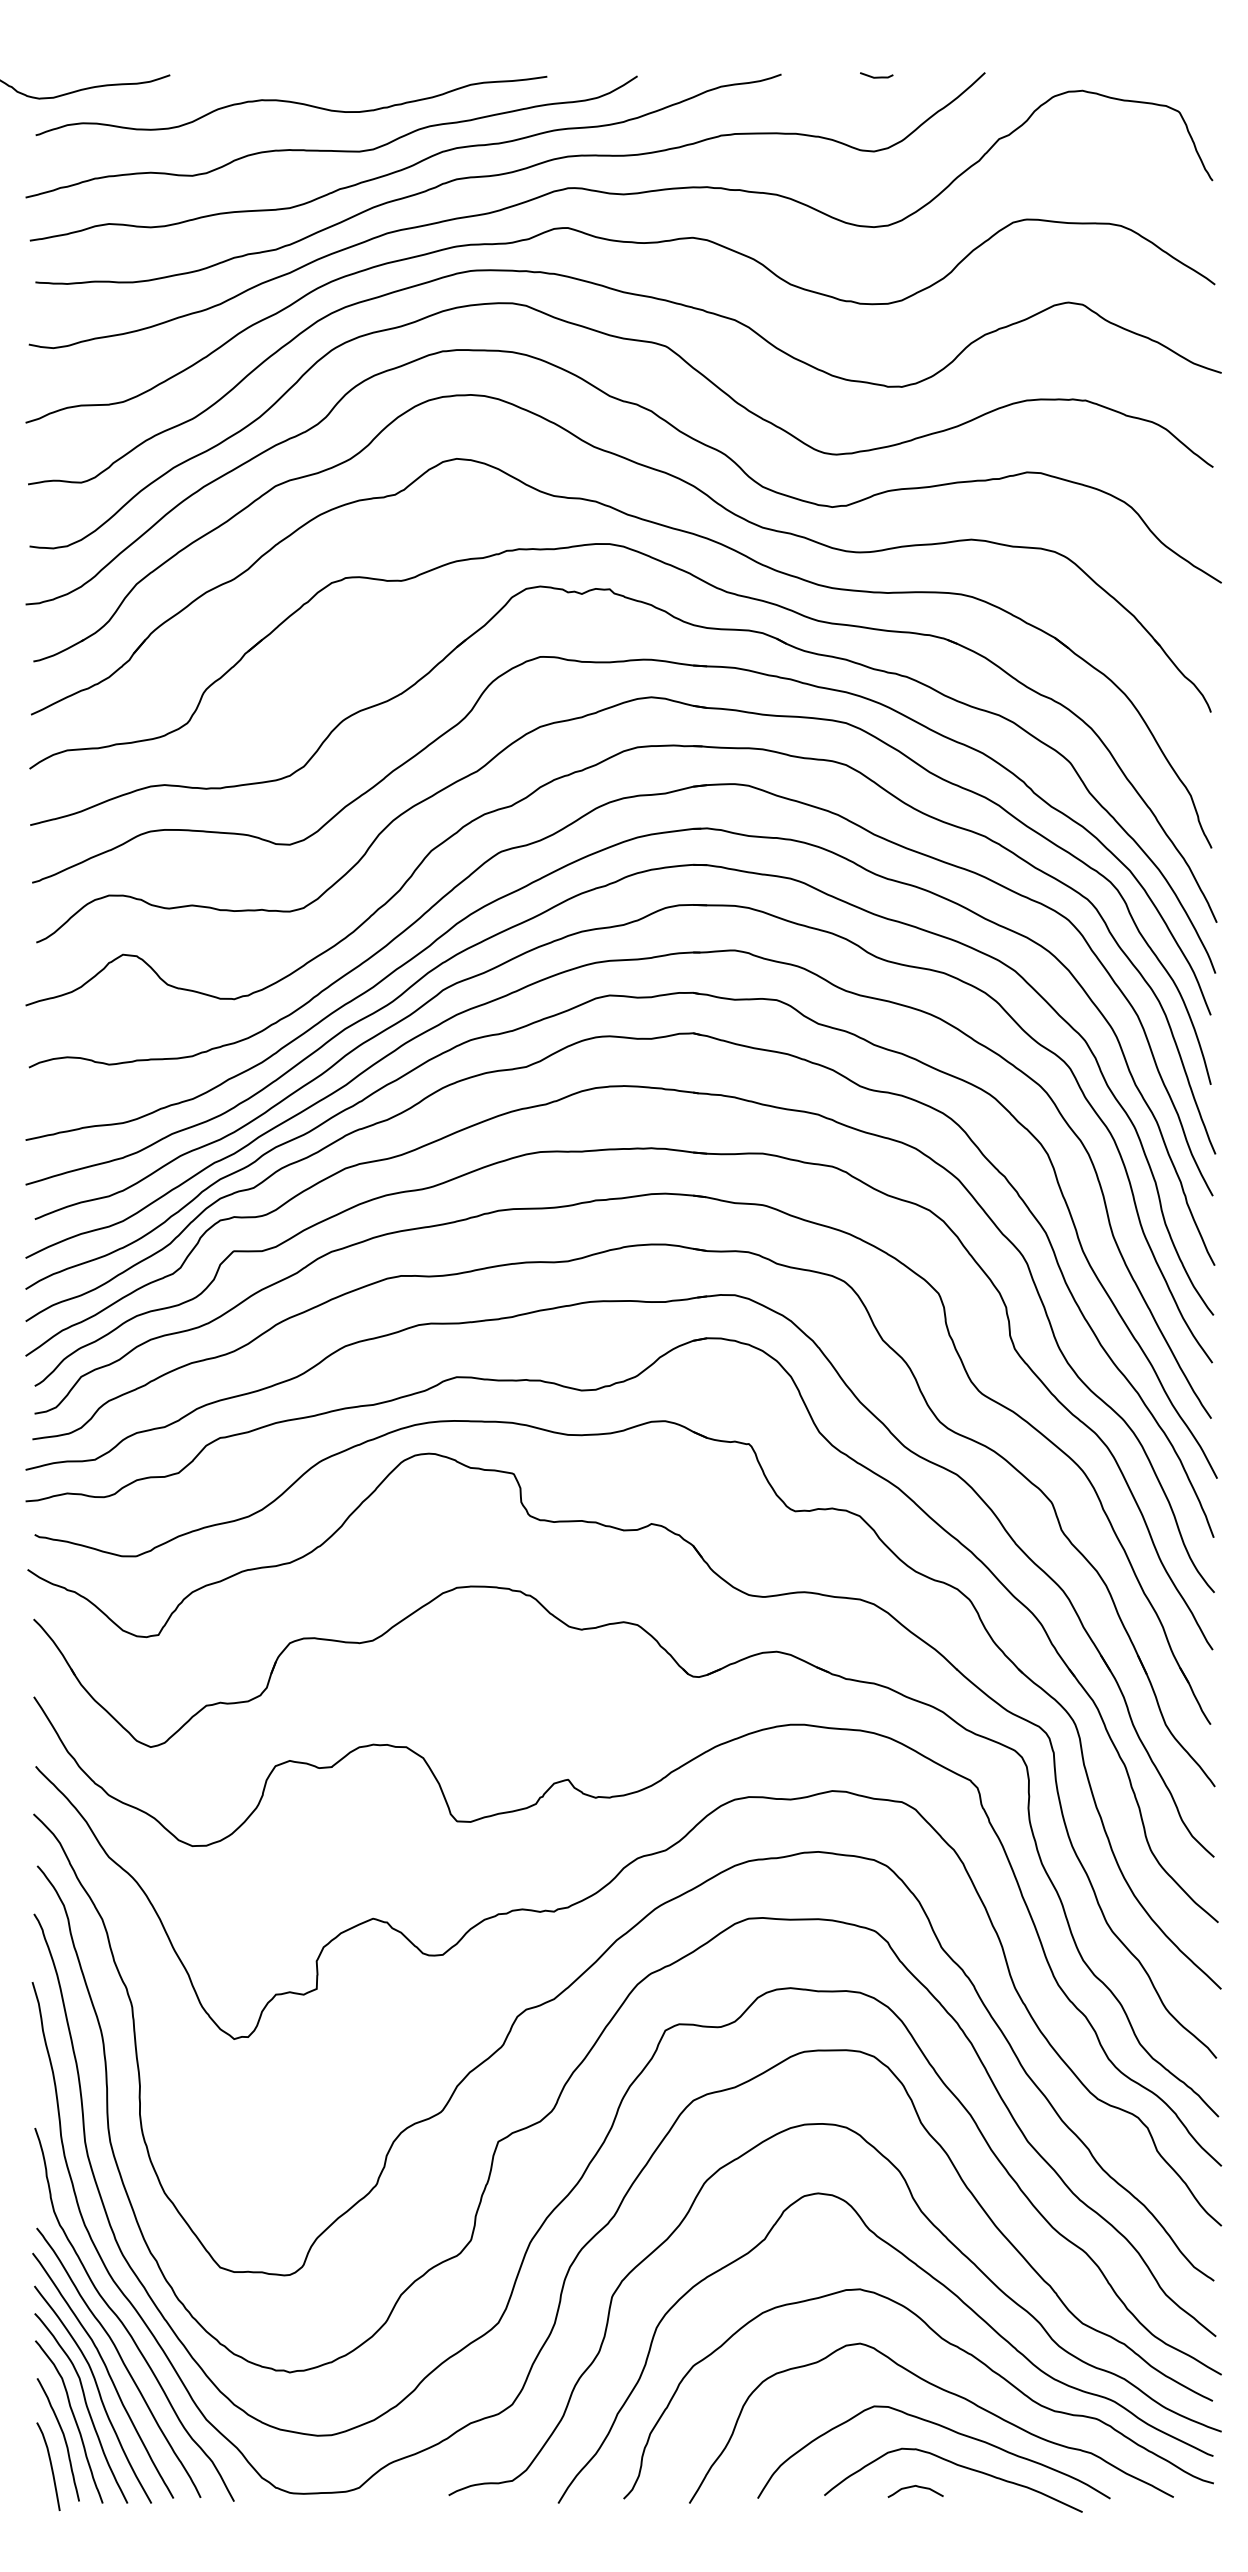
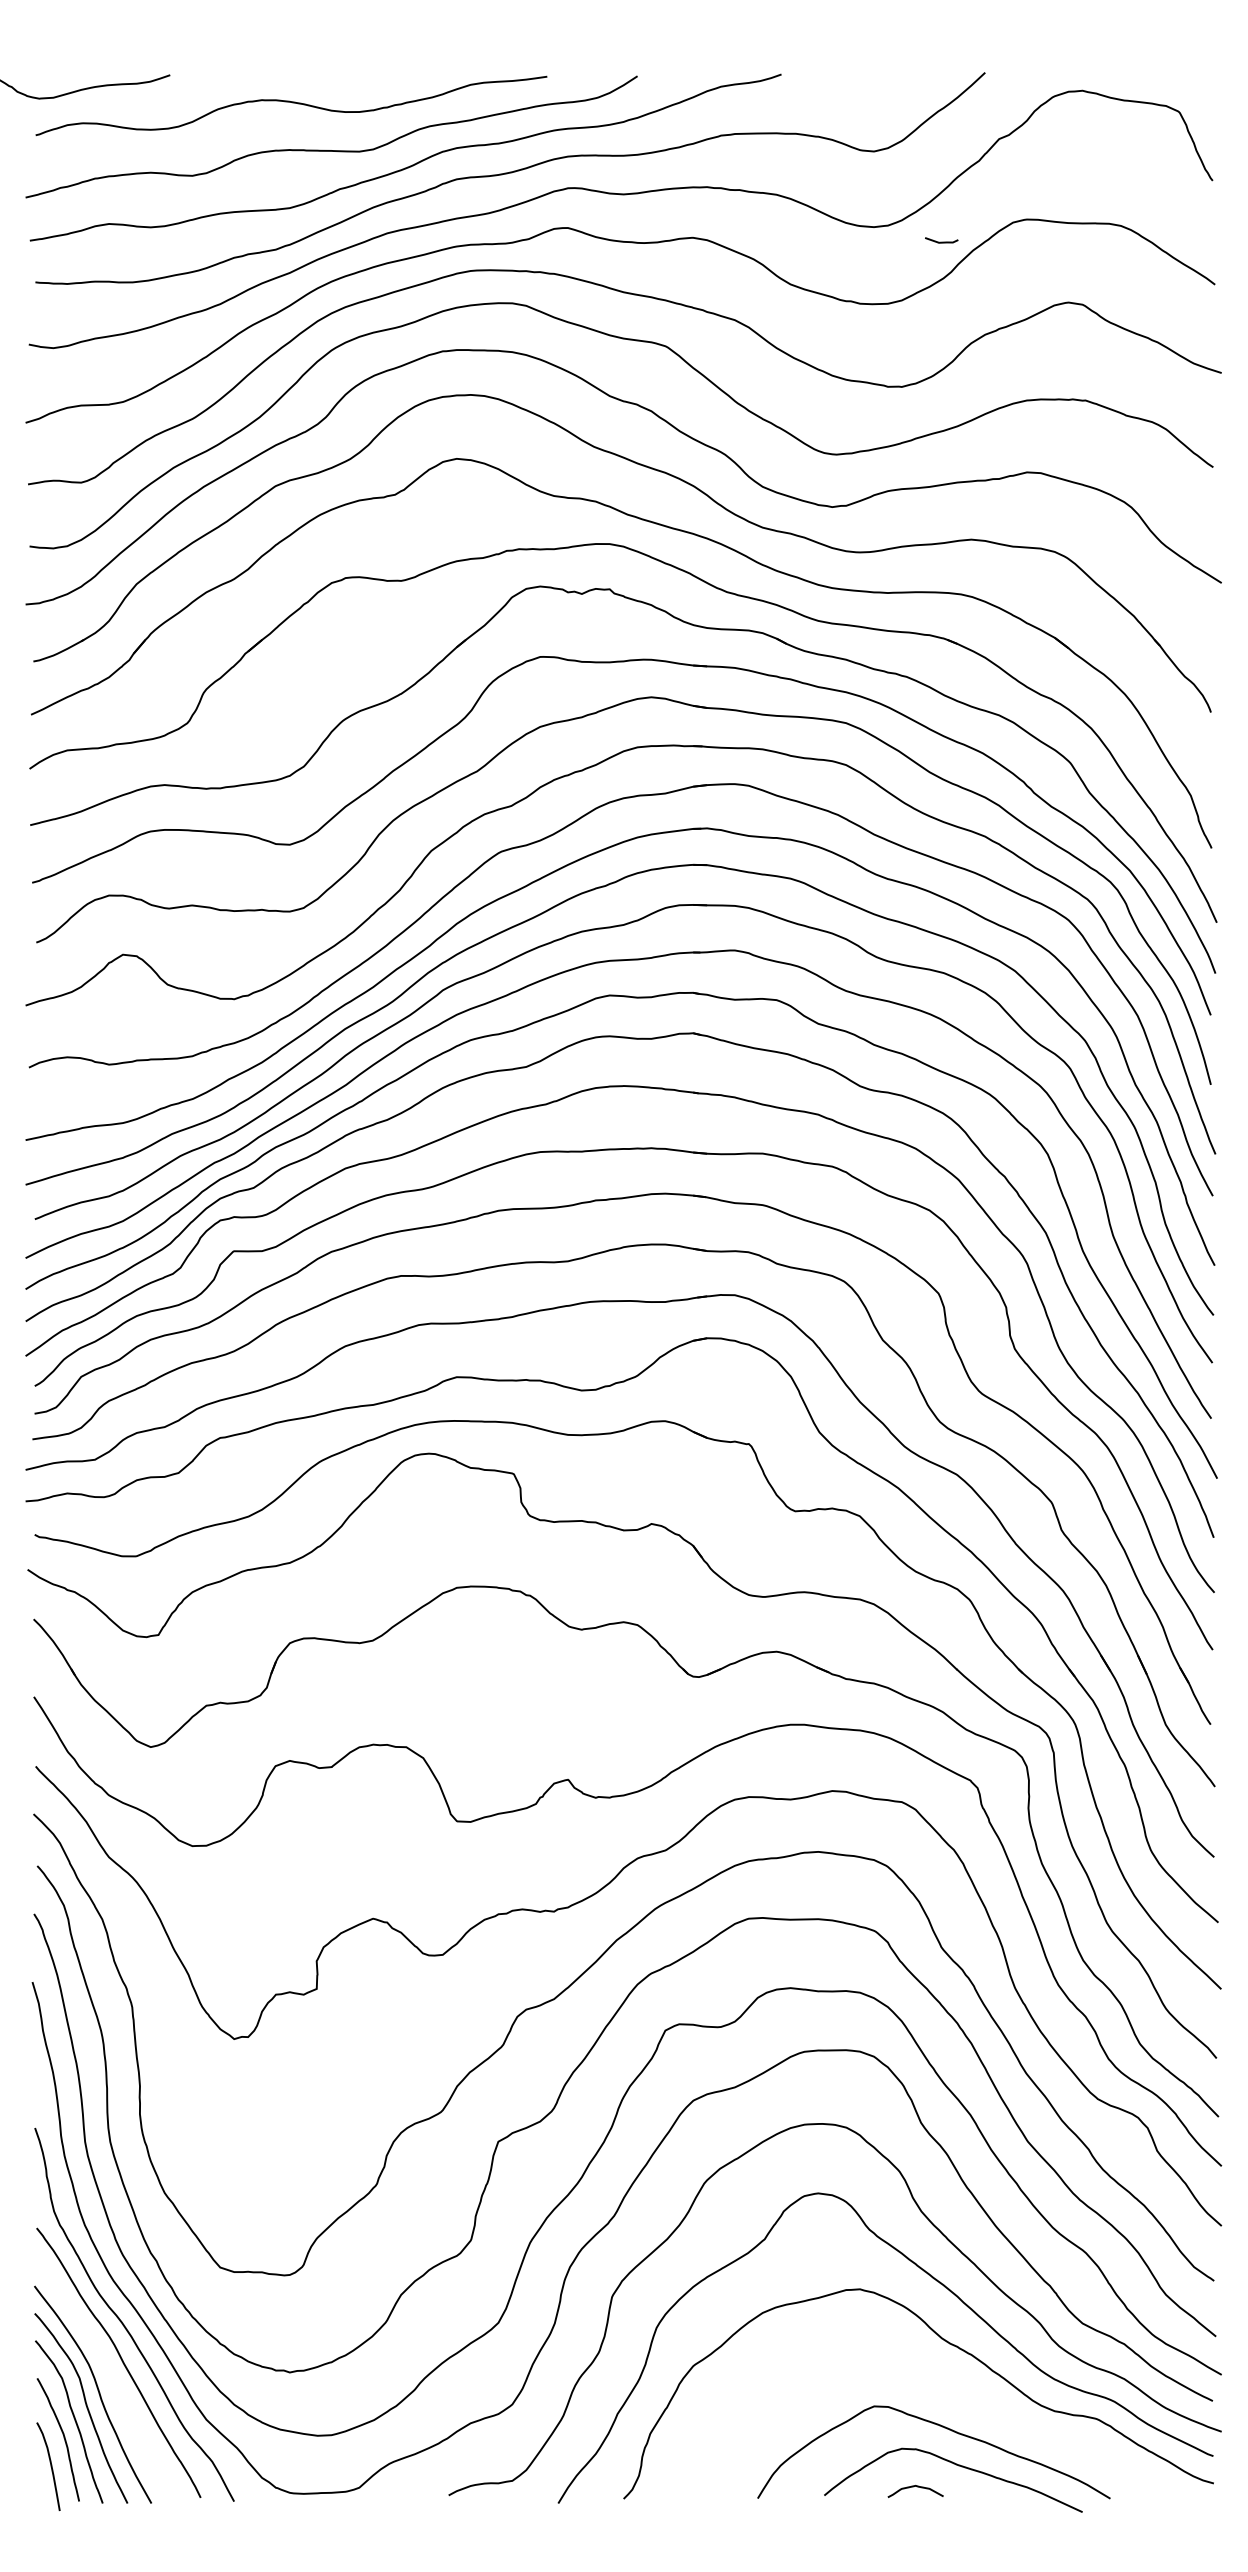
line at (876, 76) position: (876, 76) -> (941, 241)
curve at (107, 2373): present -> none
curve at (946, 2392): present -> none
